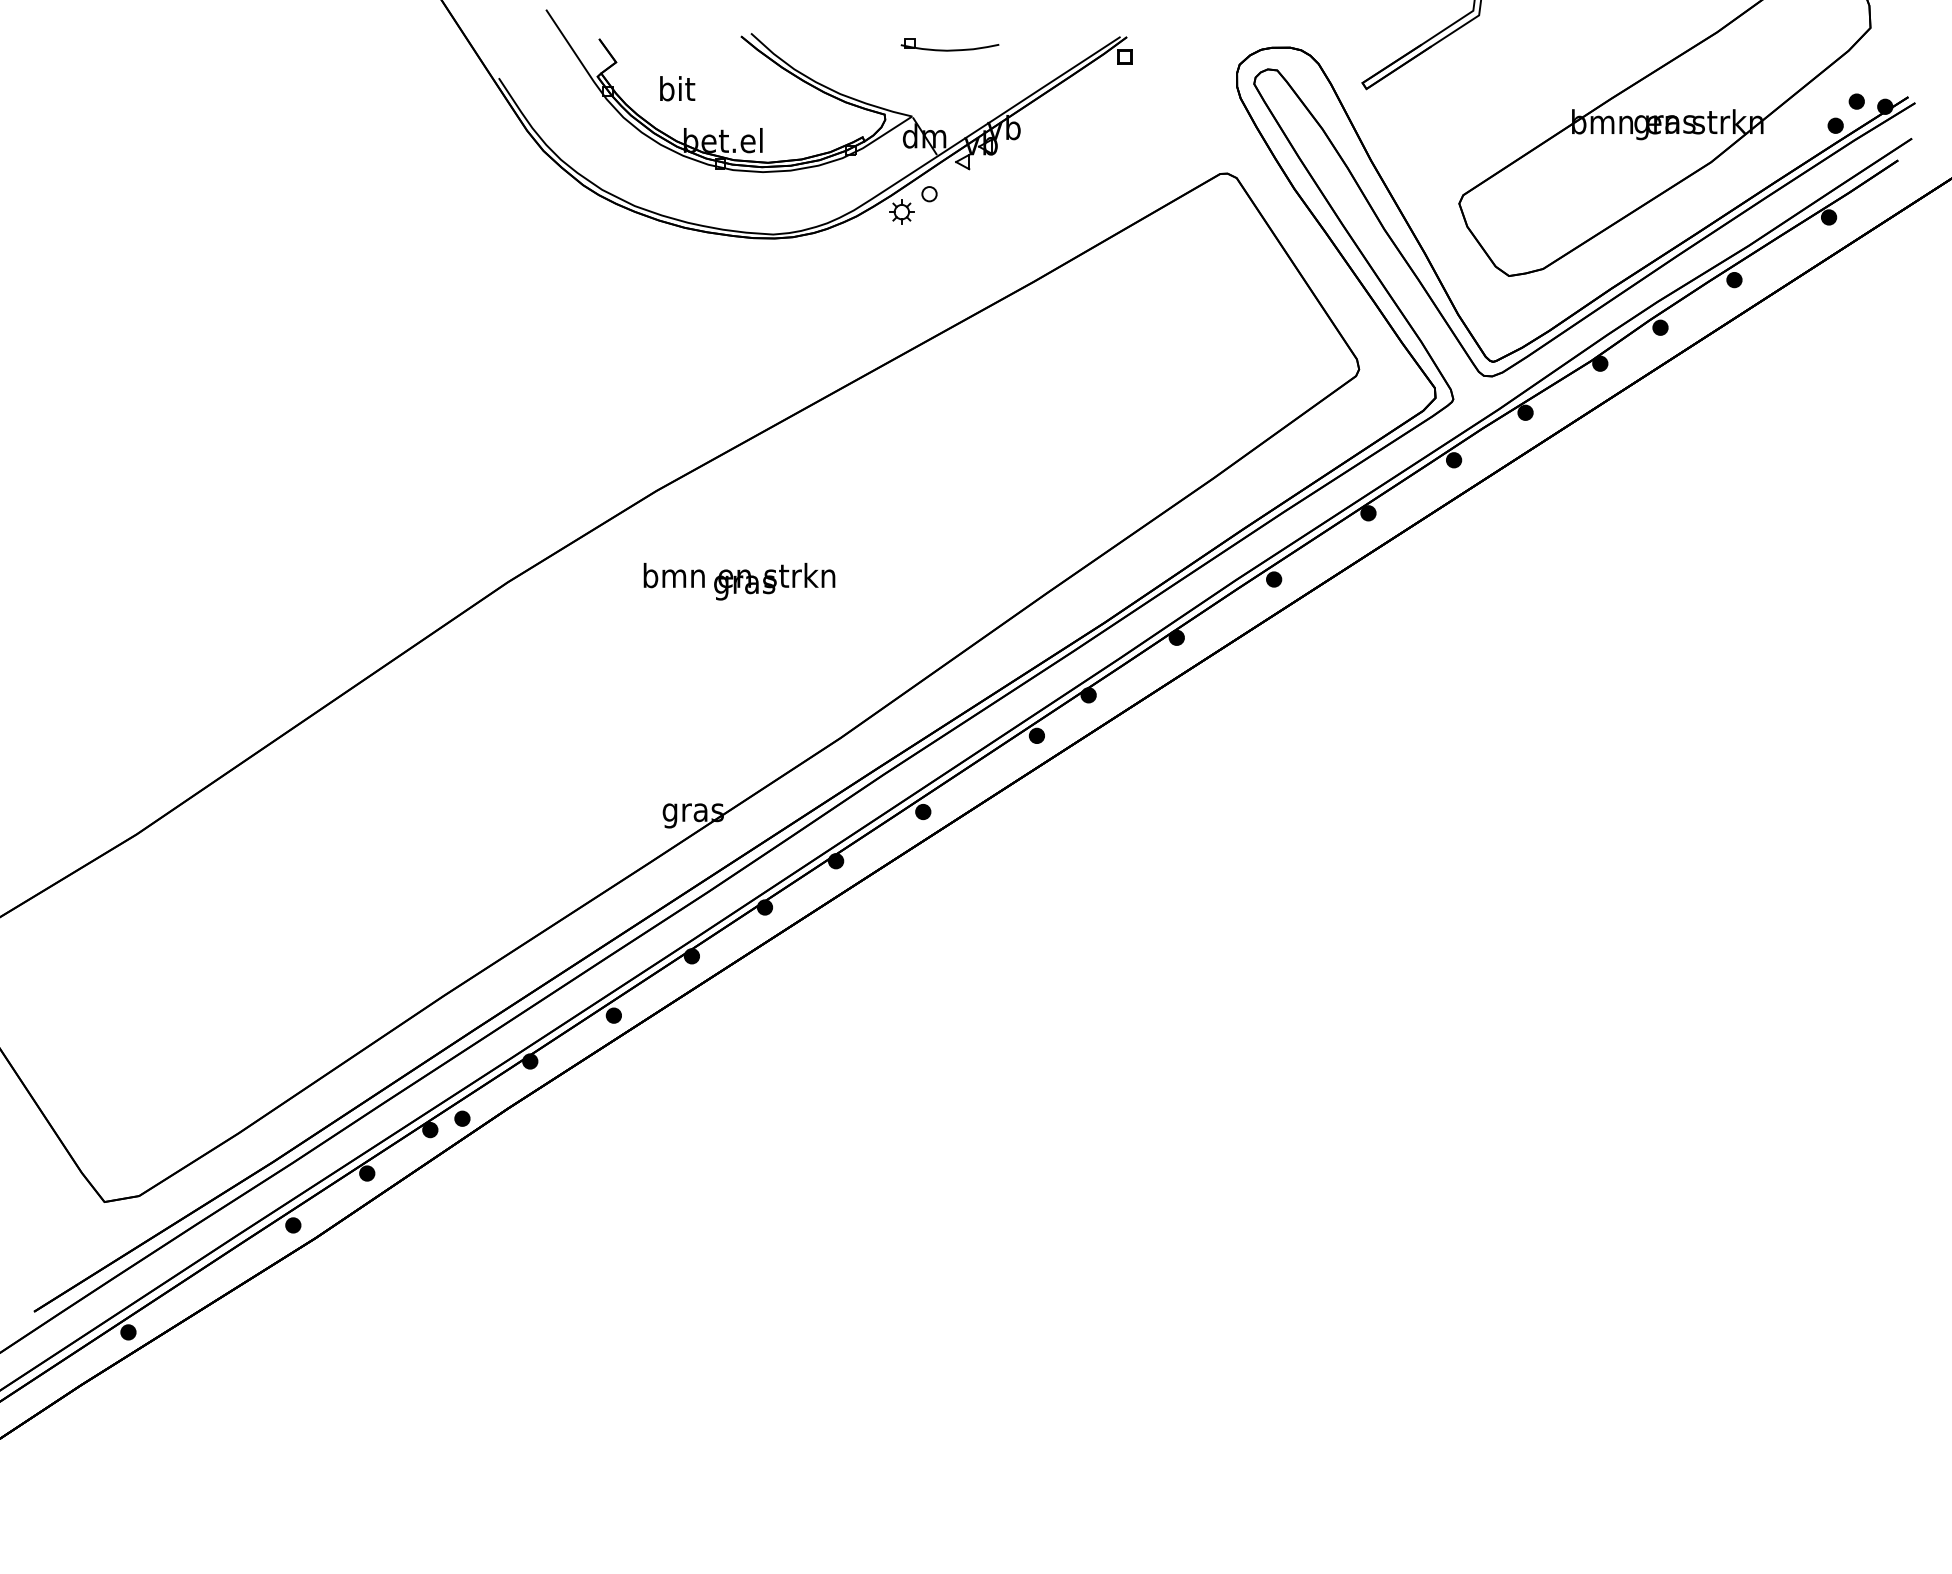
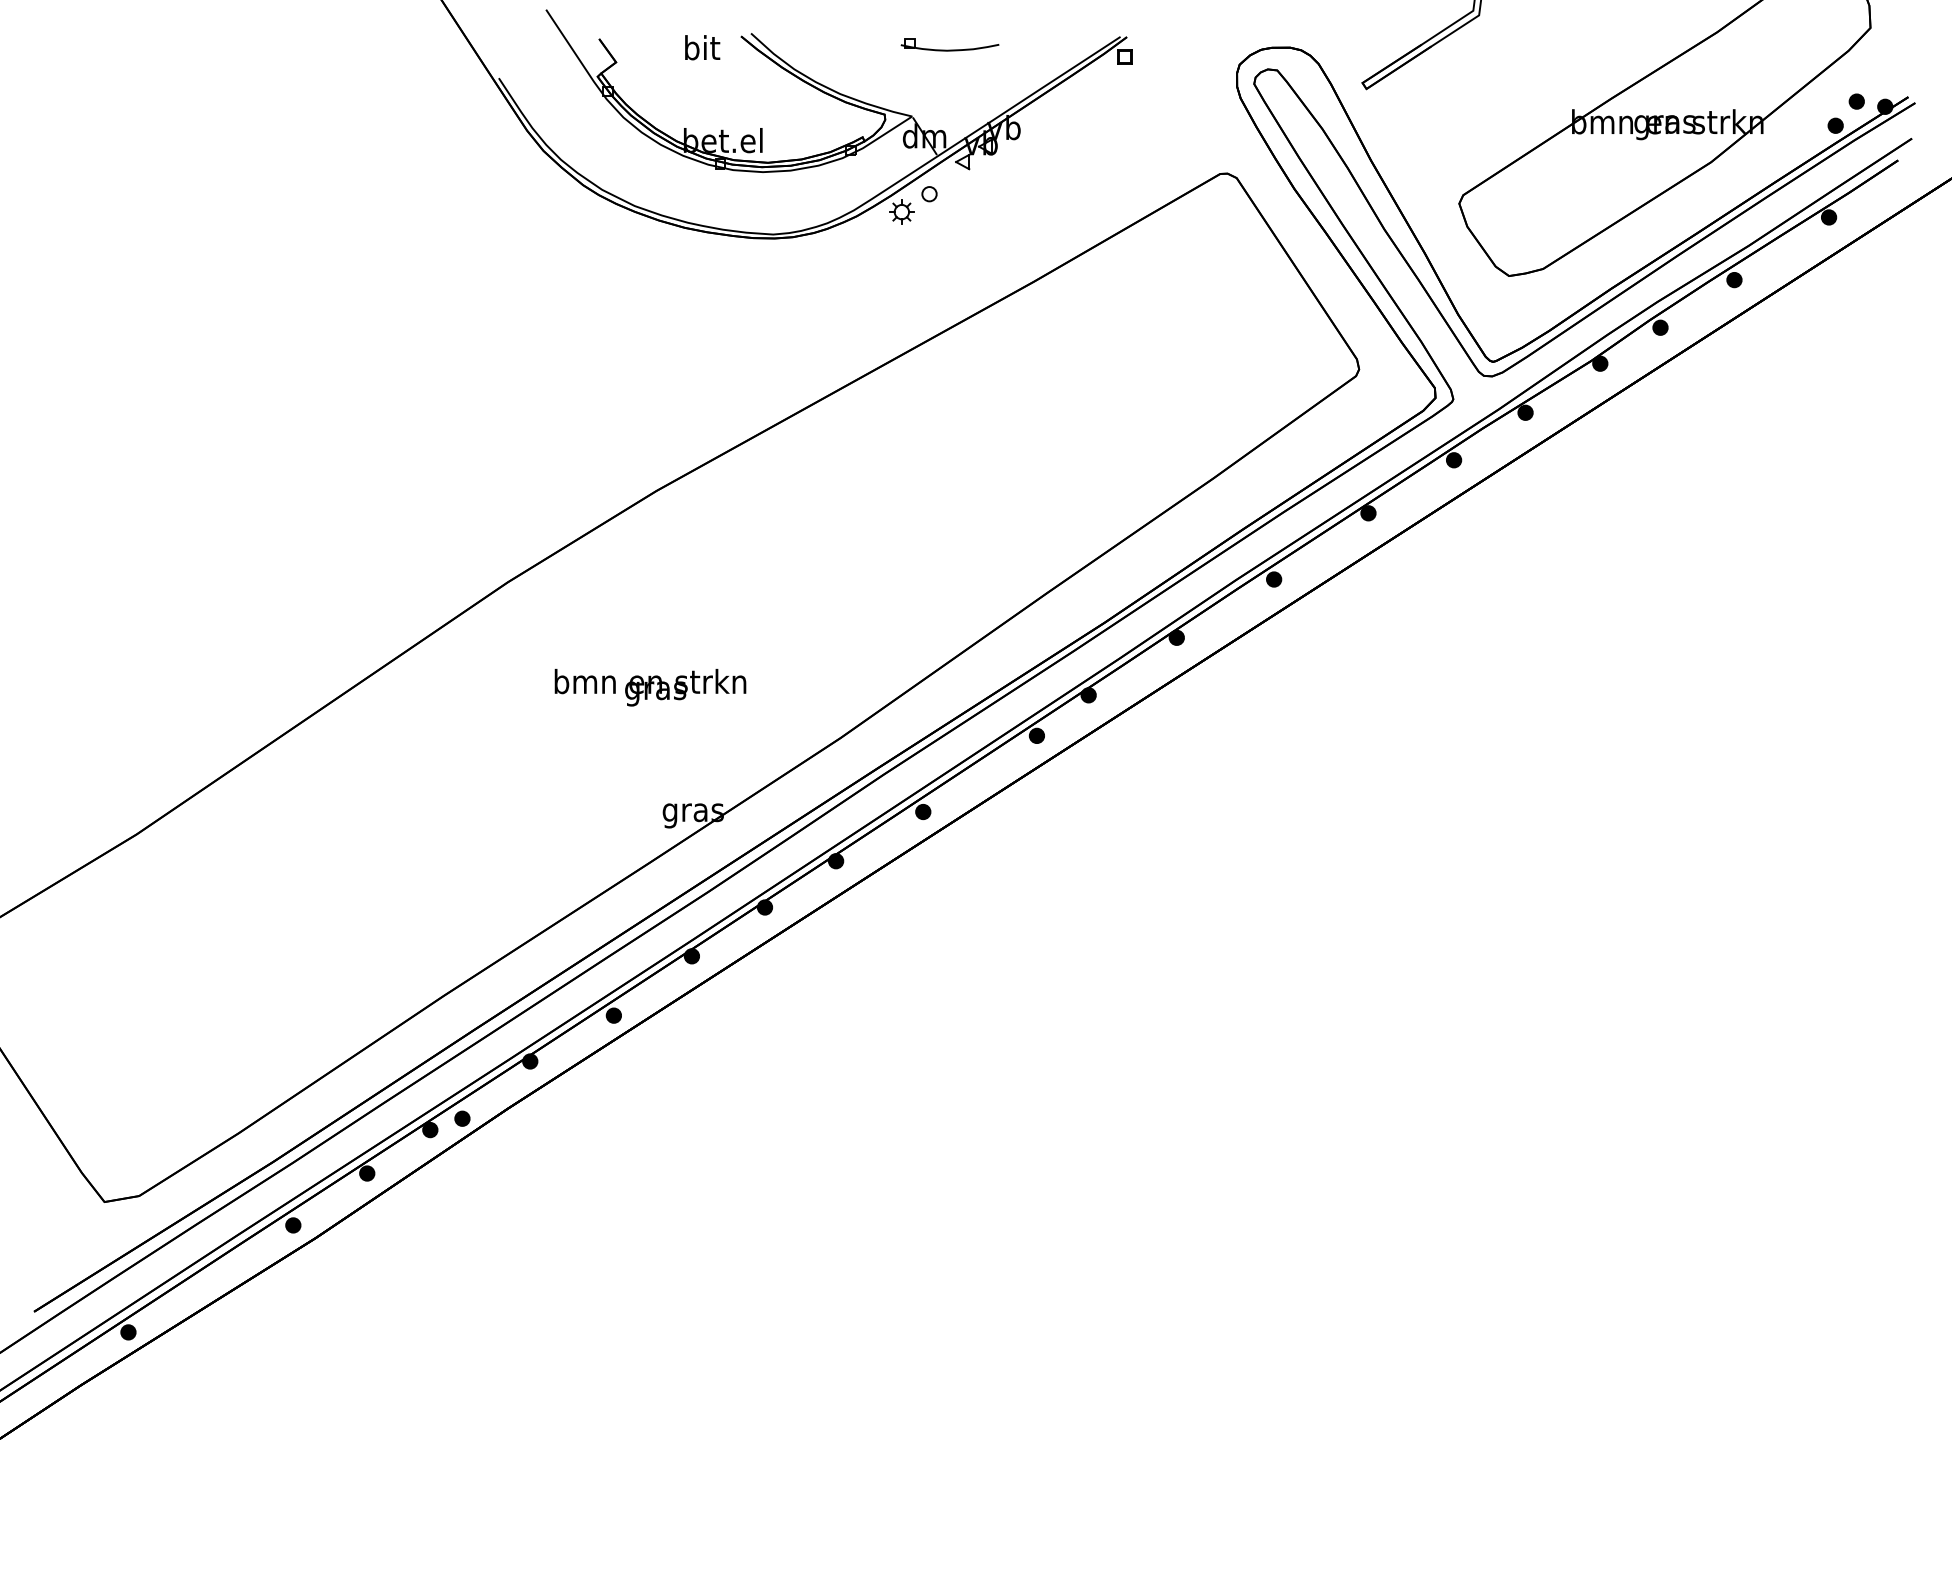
text at (677, 88) position: (677, 88) -> (702, 47)
text at (739, 581) position: (739, 581) -> (650, 687)
